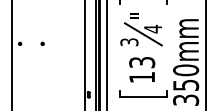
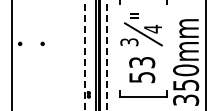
line at (106, 54): solid -> dashed
line at (84, 55): solid -> dashed
text at (142, 77): 13 -> 53
